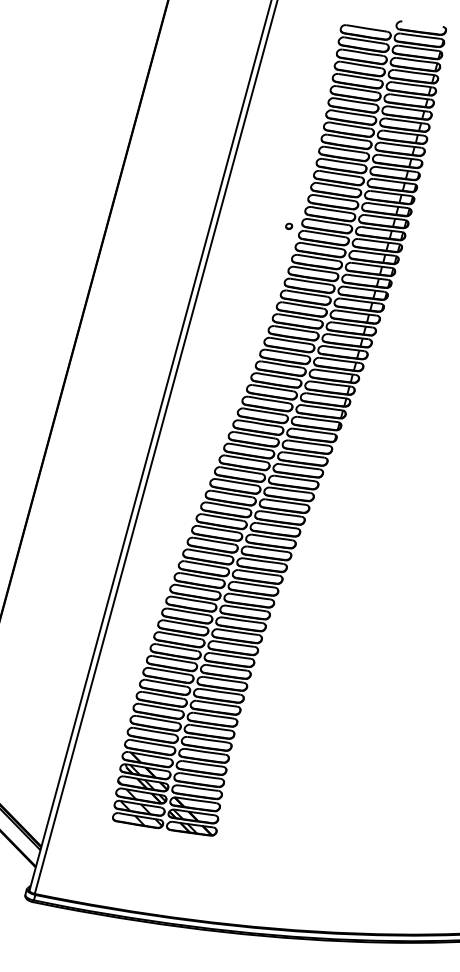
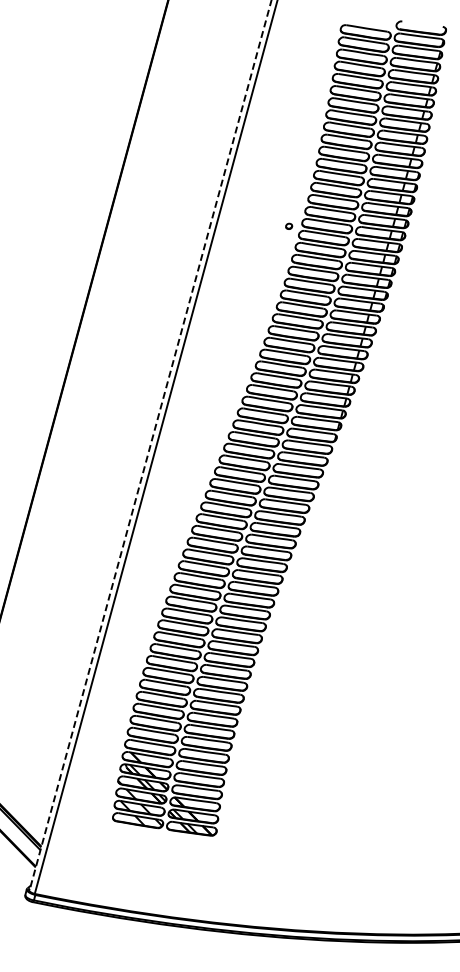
line at (150, 446): solid -> dashed
